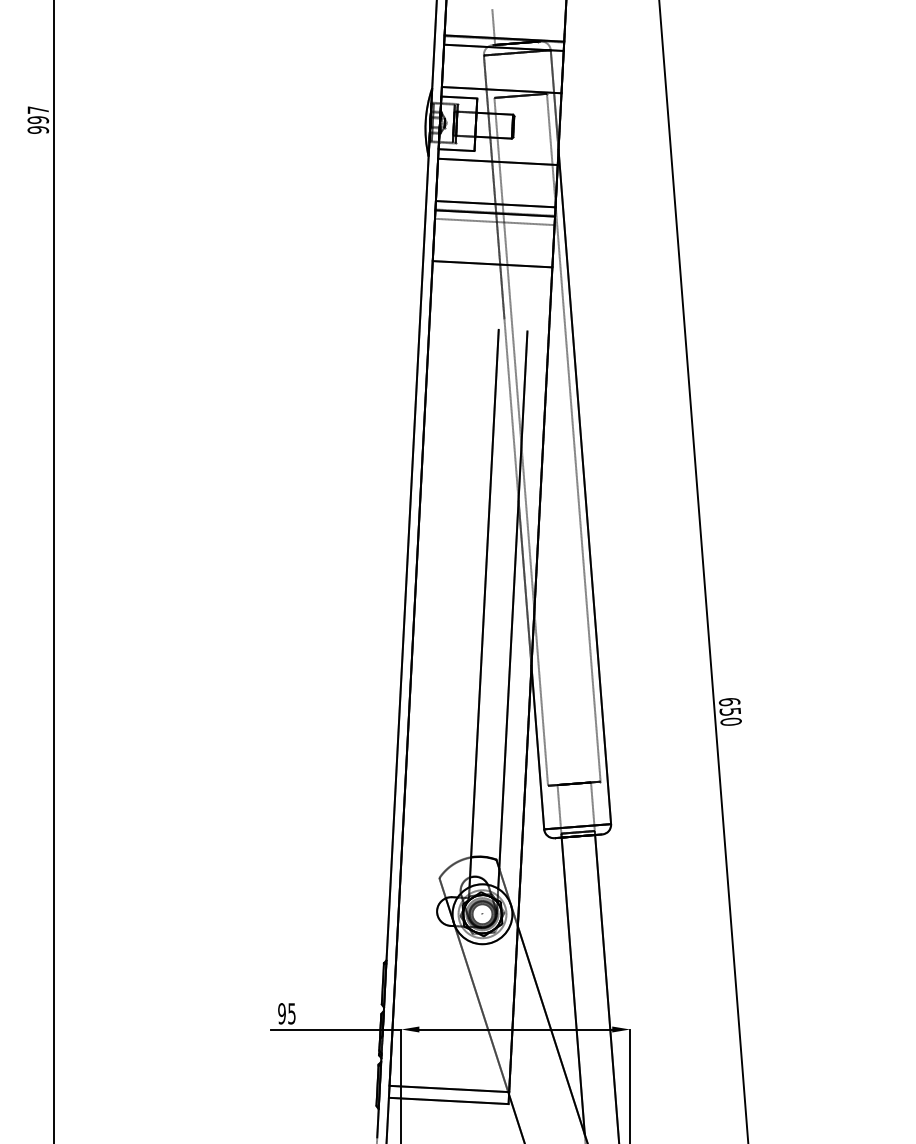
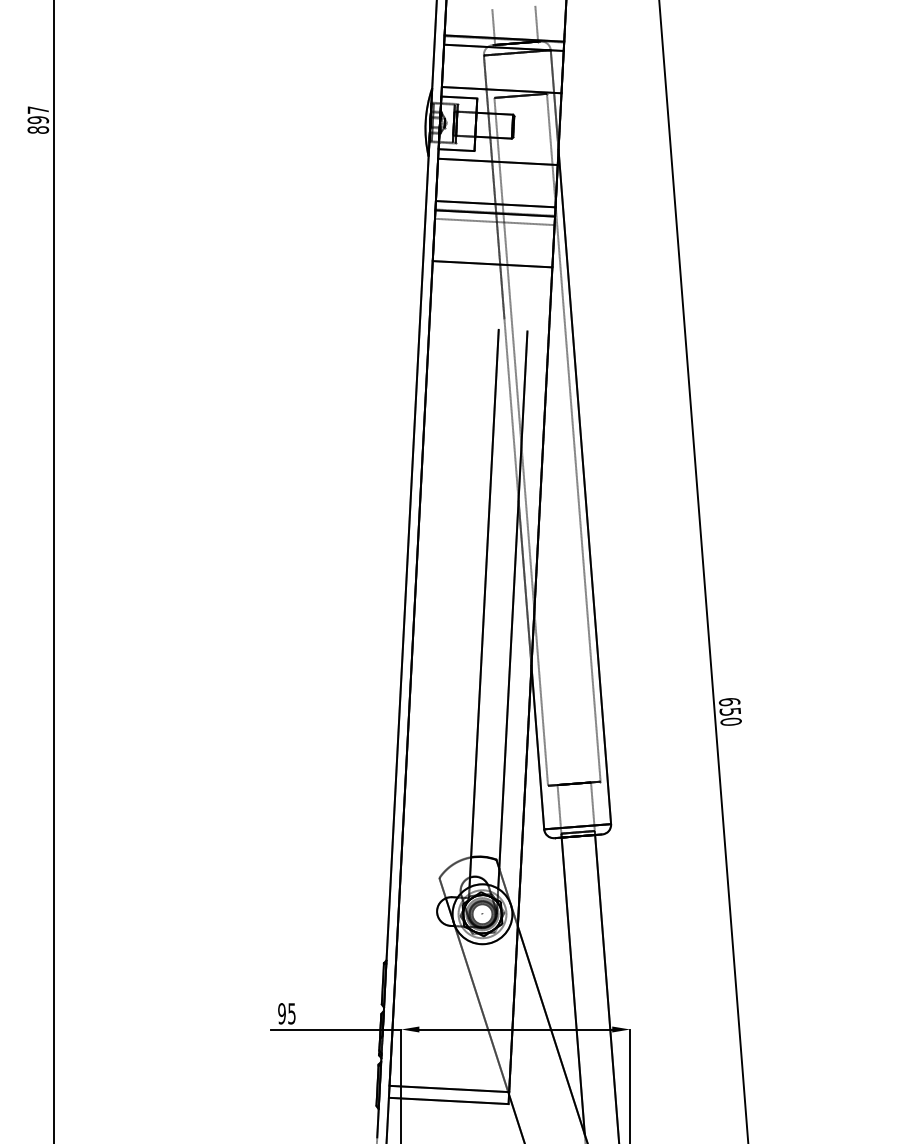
line at (536, 23): none -> present
text at (38, 129): 997 -> 897
